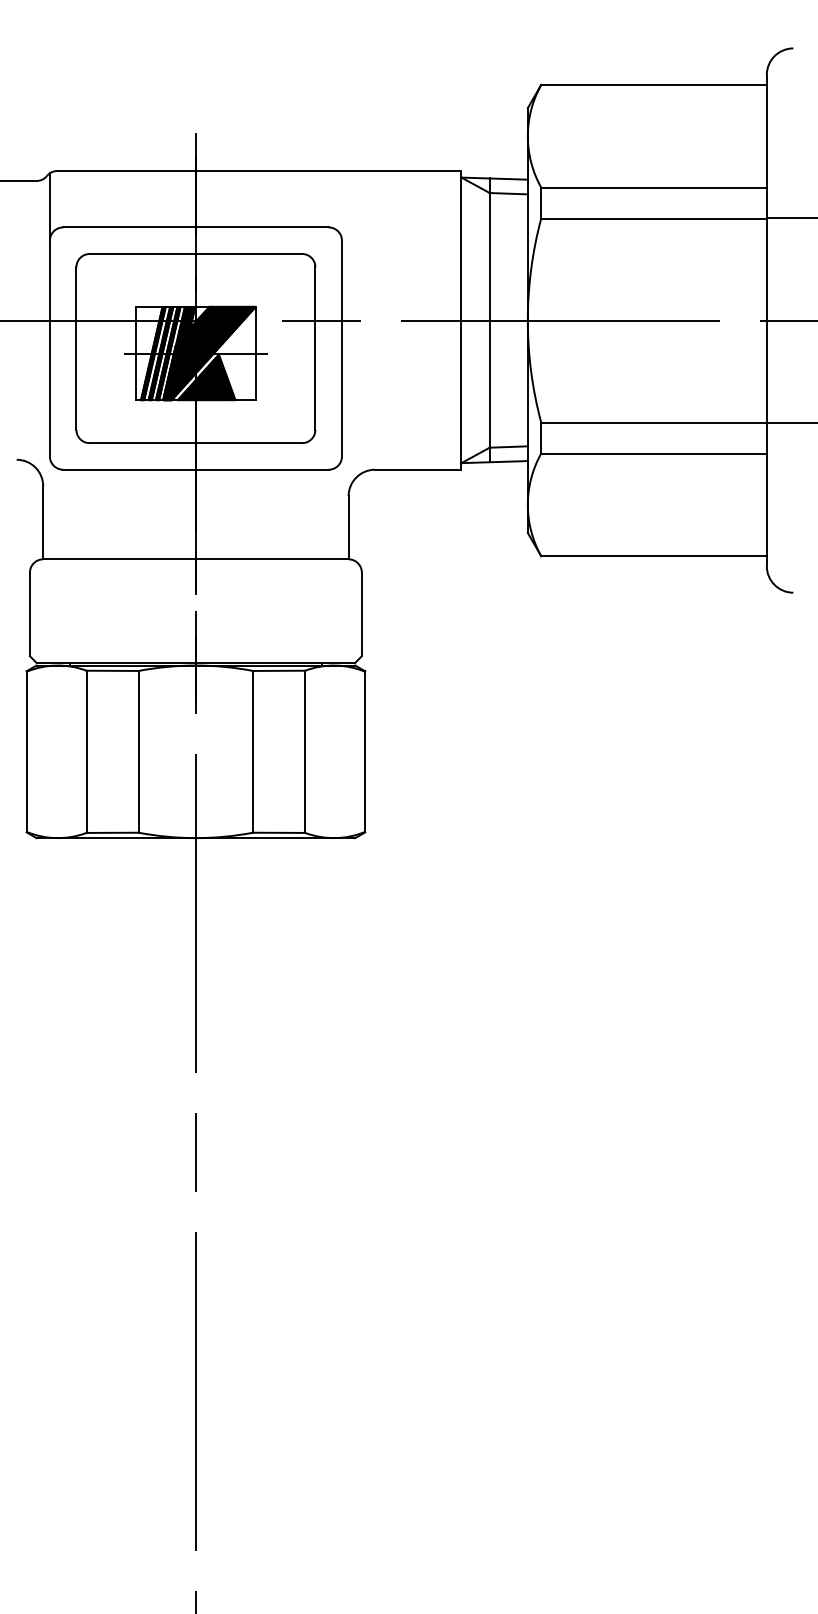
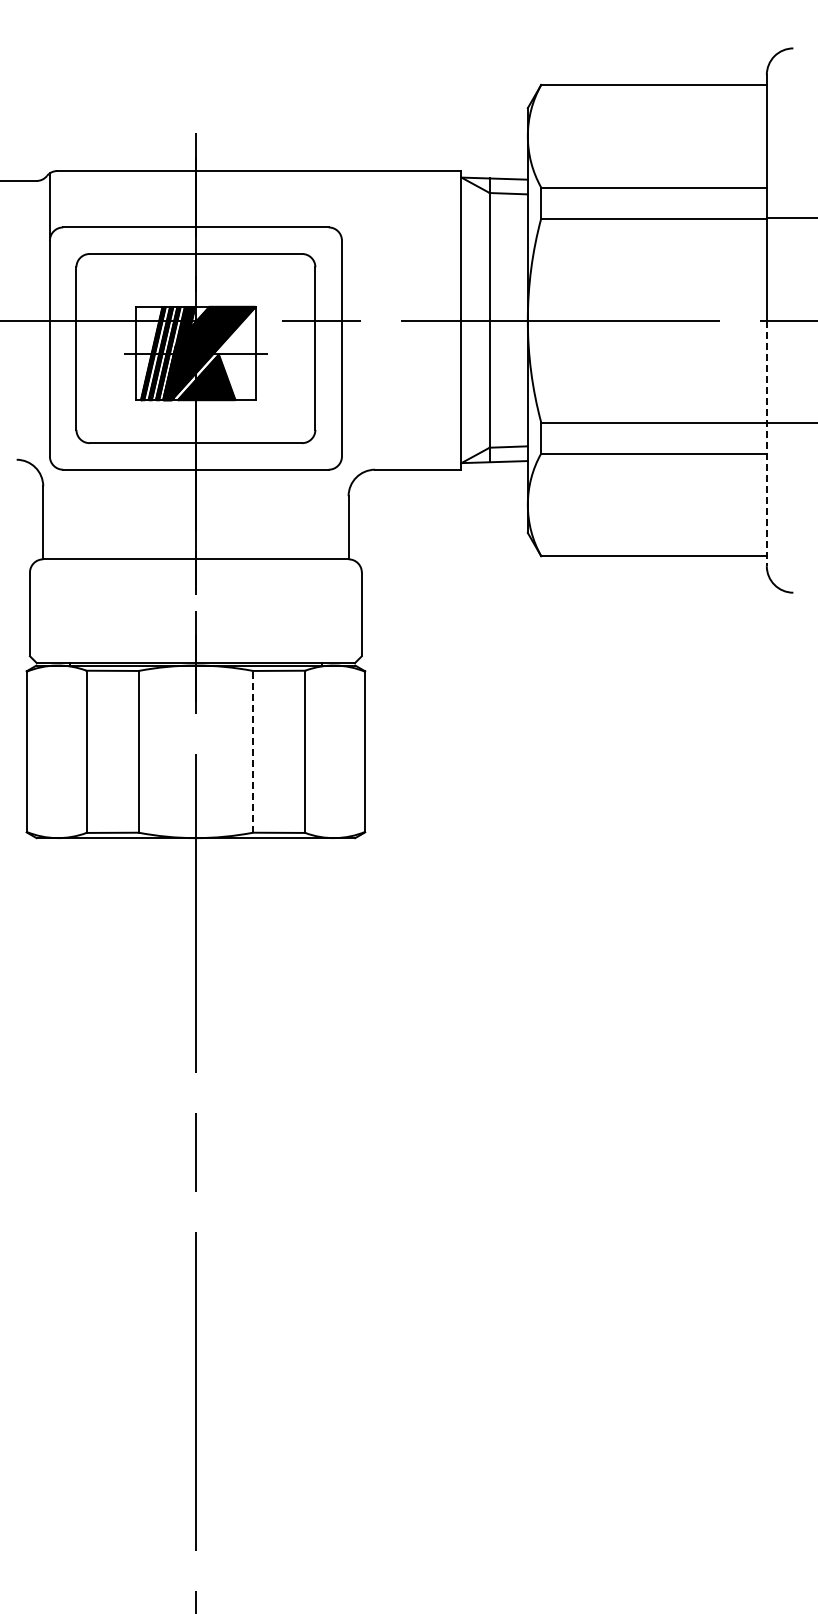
line at (766, 443): solid -> dashed
line at (253, 751): solid -> dashed
